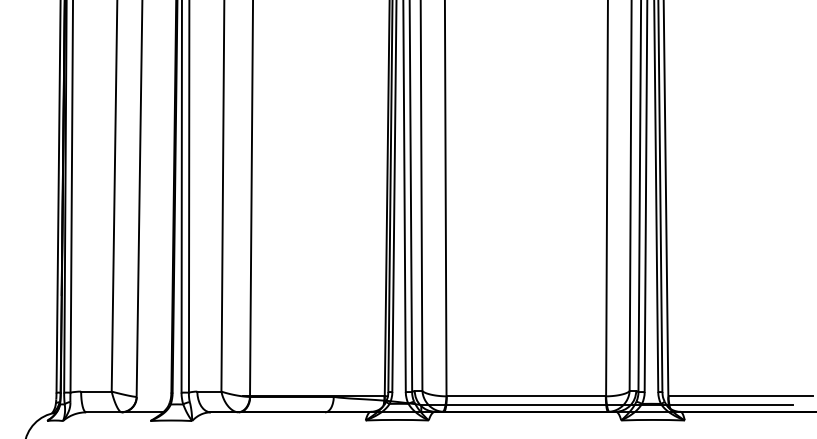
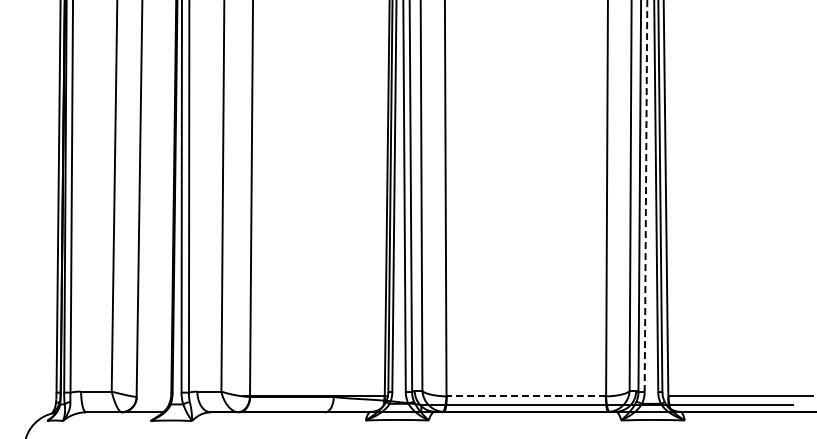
line at (645, 196): solid -> dashed
line at (526, 396): solid -> dashed
